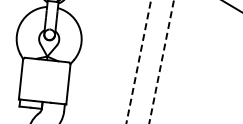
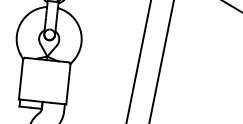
line at (138, 62): dashed -> solid
line at (161, 62): dashed -> solid
